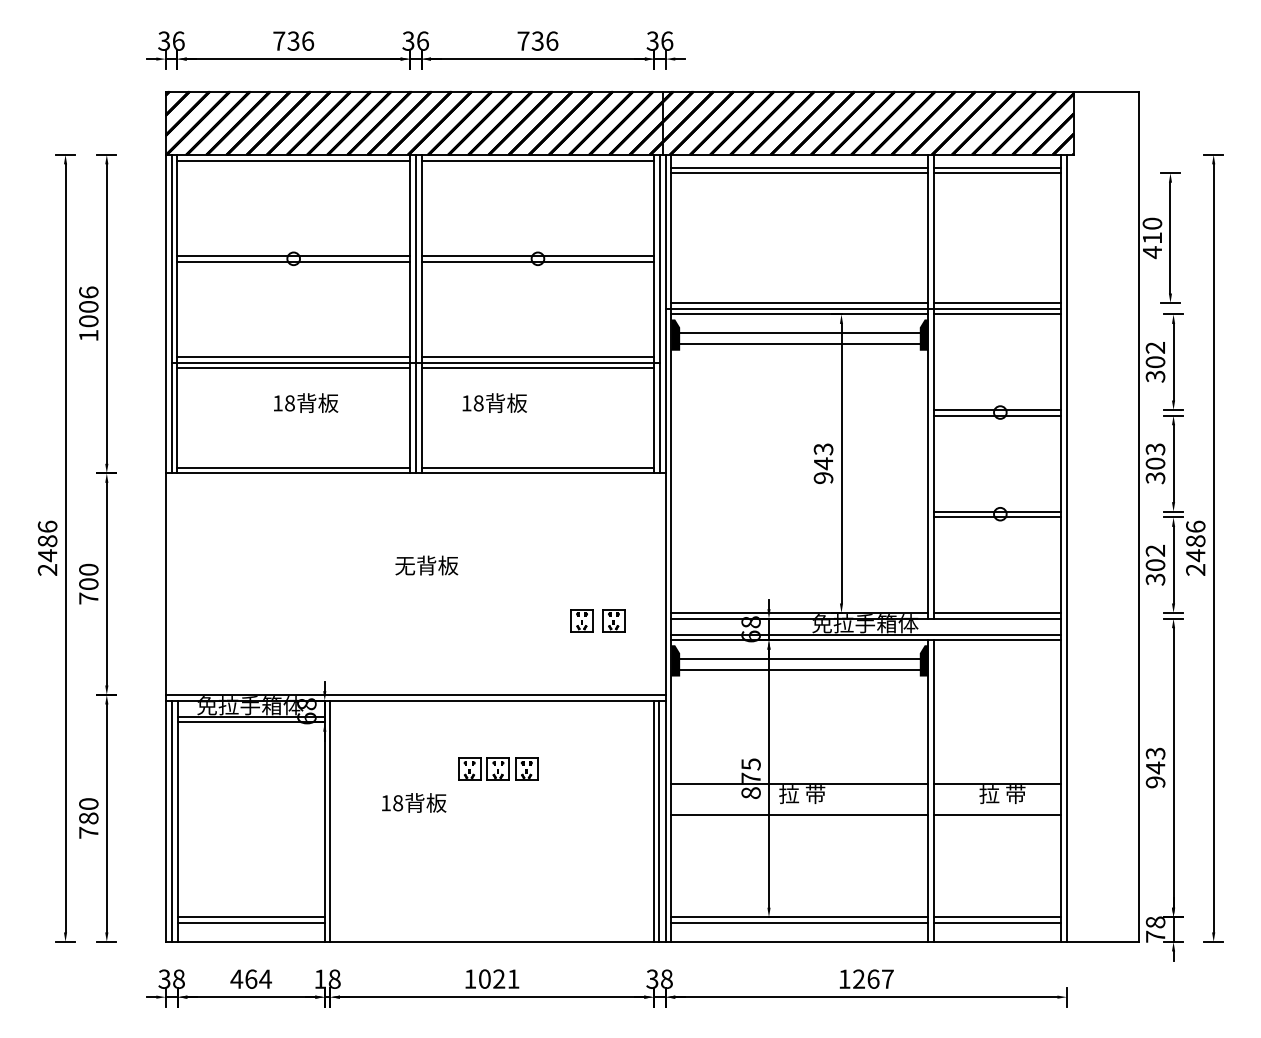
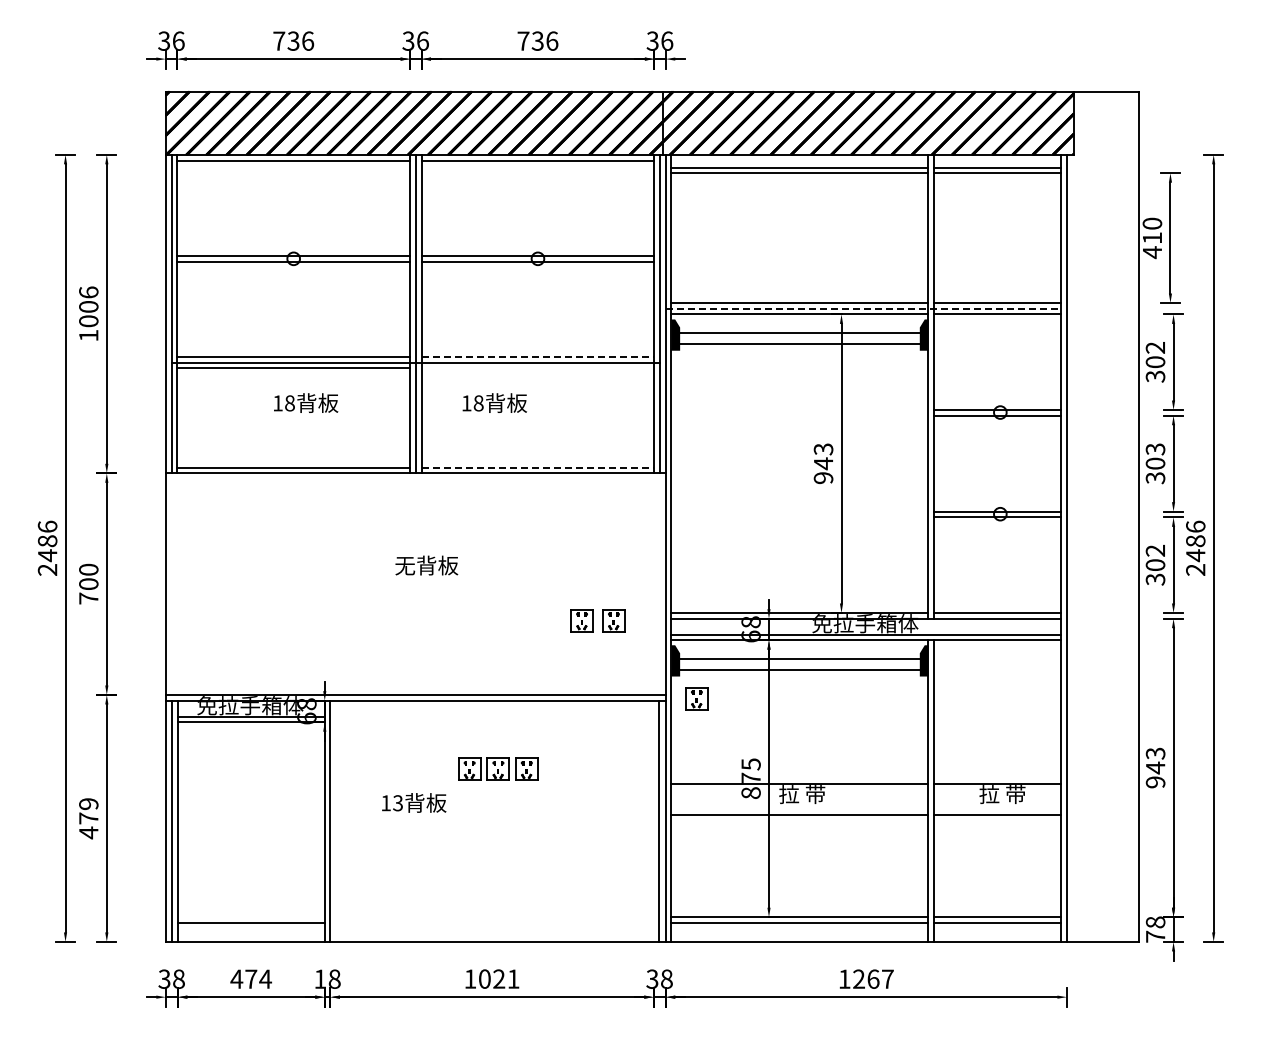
line at (863, 308): solid -> dashed
line at (538, 356): solid -> dashed
line at (537, 368): present -> none
line at (538, 467): solid -> dashed
part at (696, 698): none -> present
text at (398, 803): 18 -> 13
text at (88, 818): 780 -> 479
line at (653, 820): present -> none
line at (250, 917): present -> none
text at (251, 978): 464 -> 474
